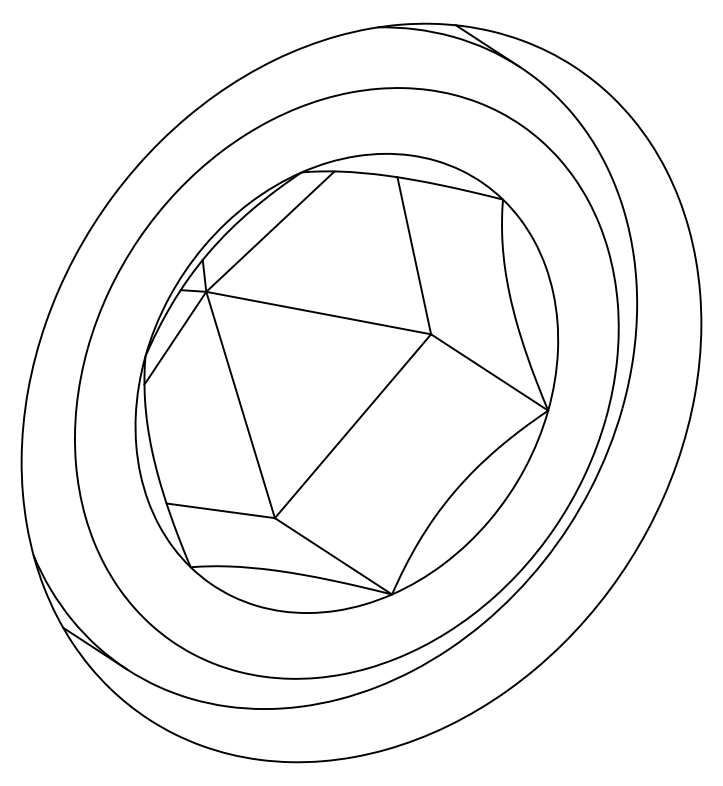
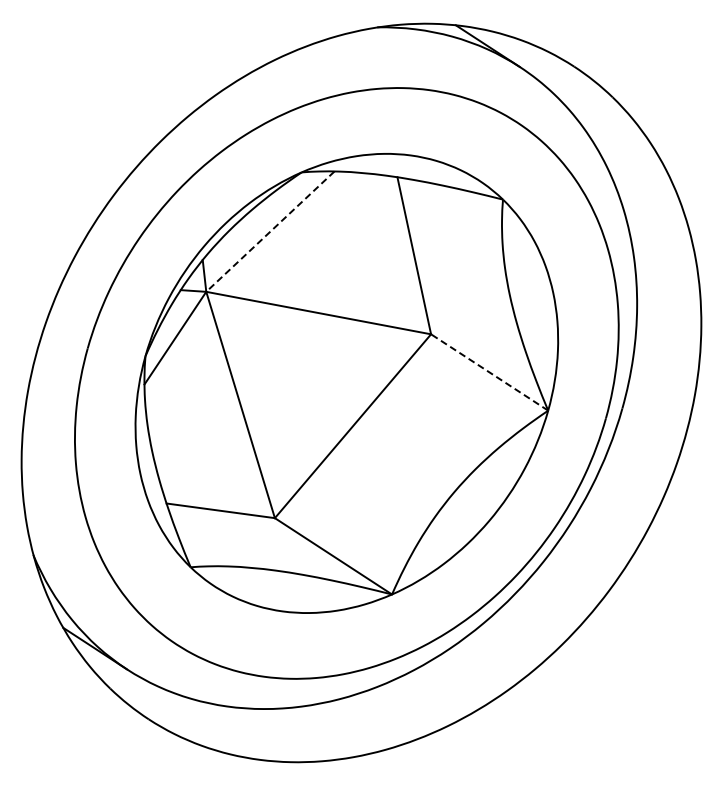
line at (270, 231): solid -> dashed
line at (489, 372): solid -> dashed
